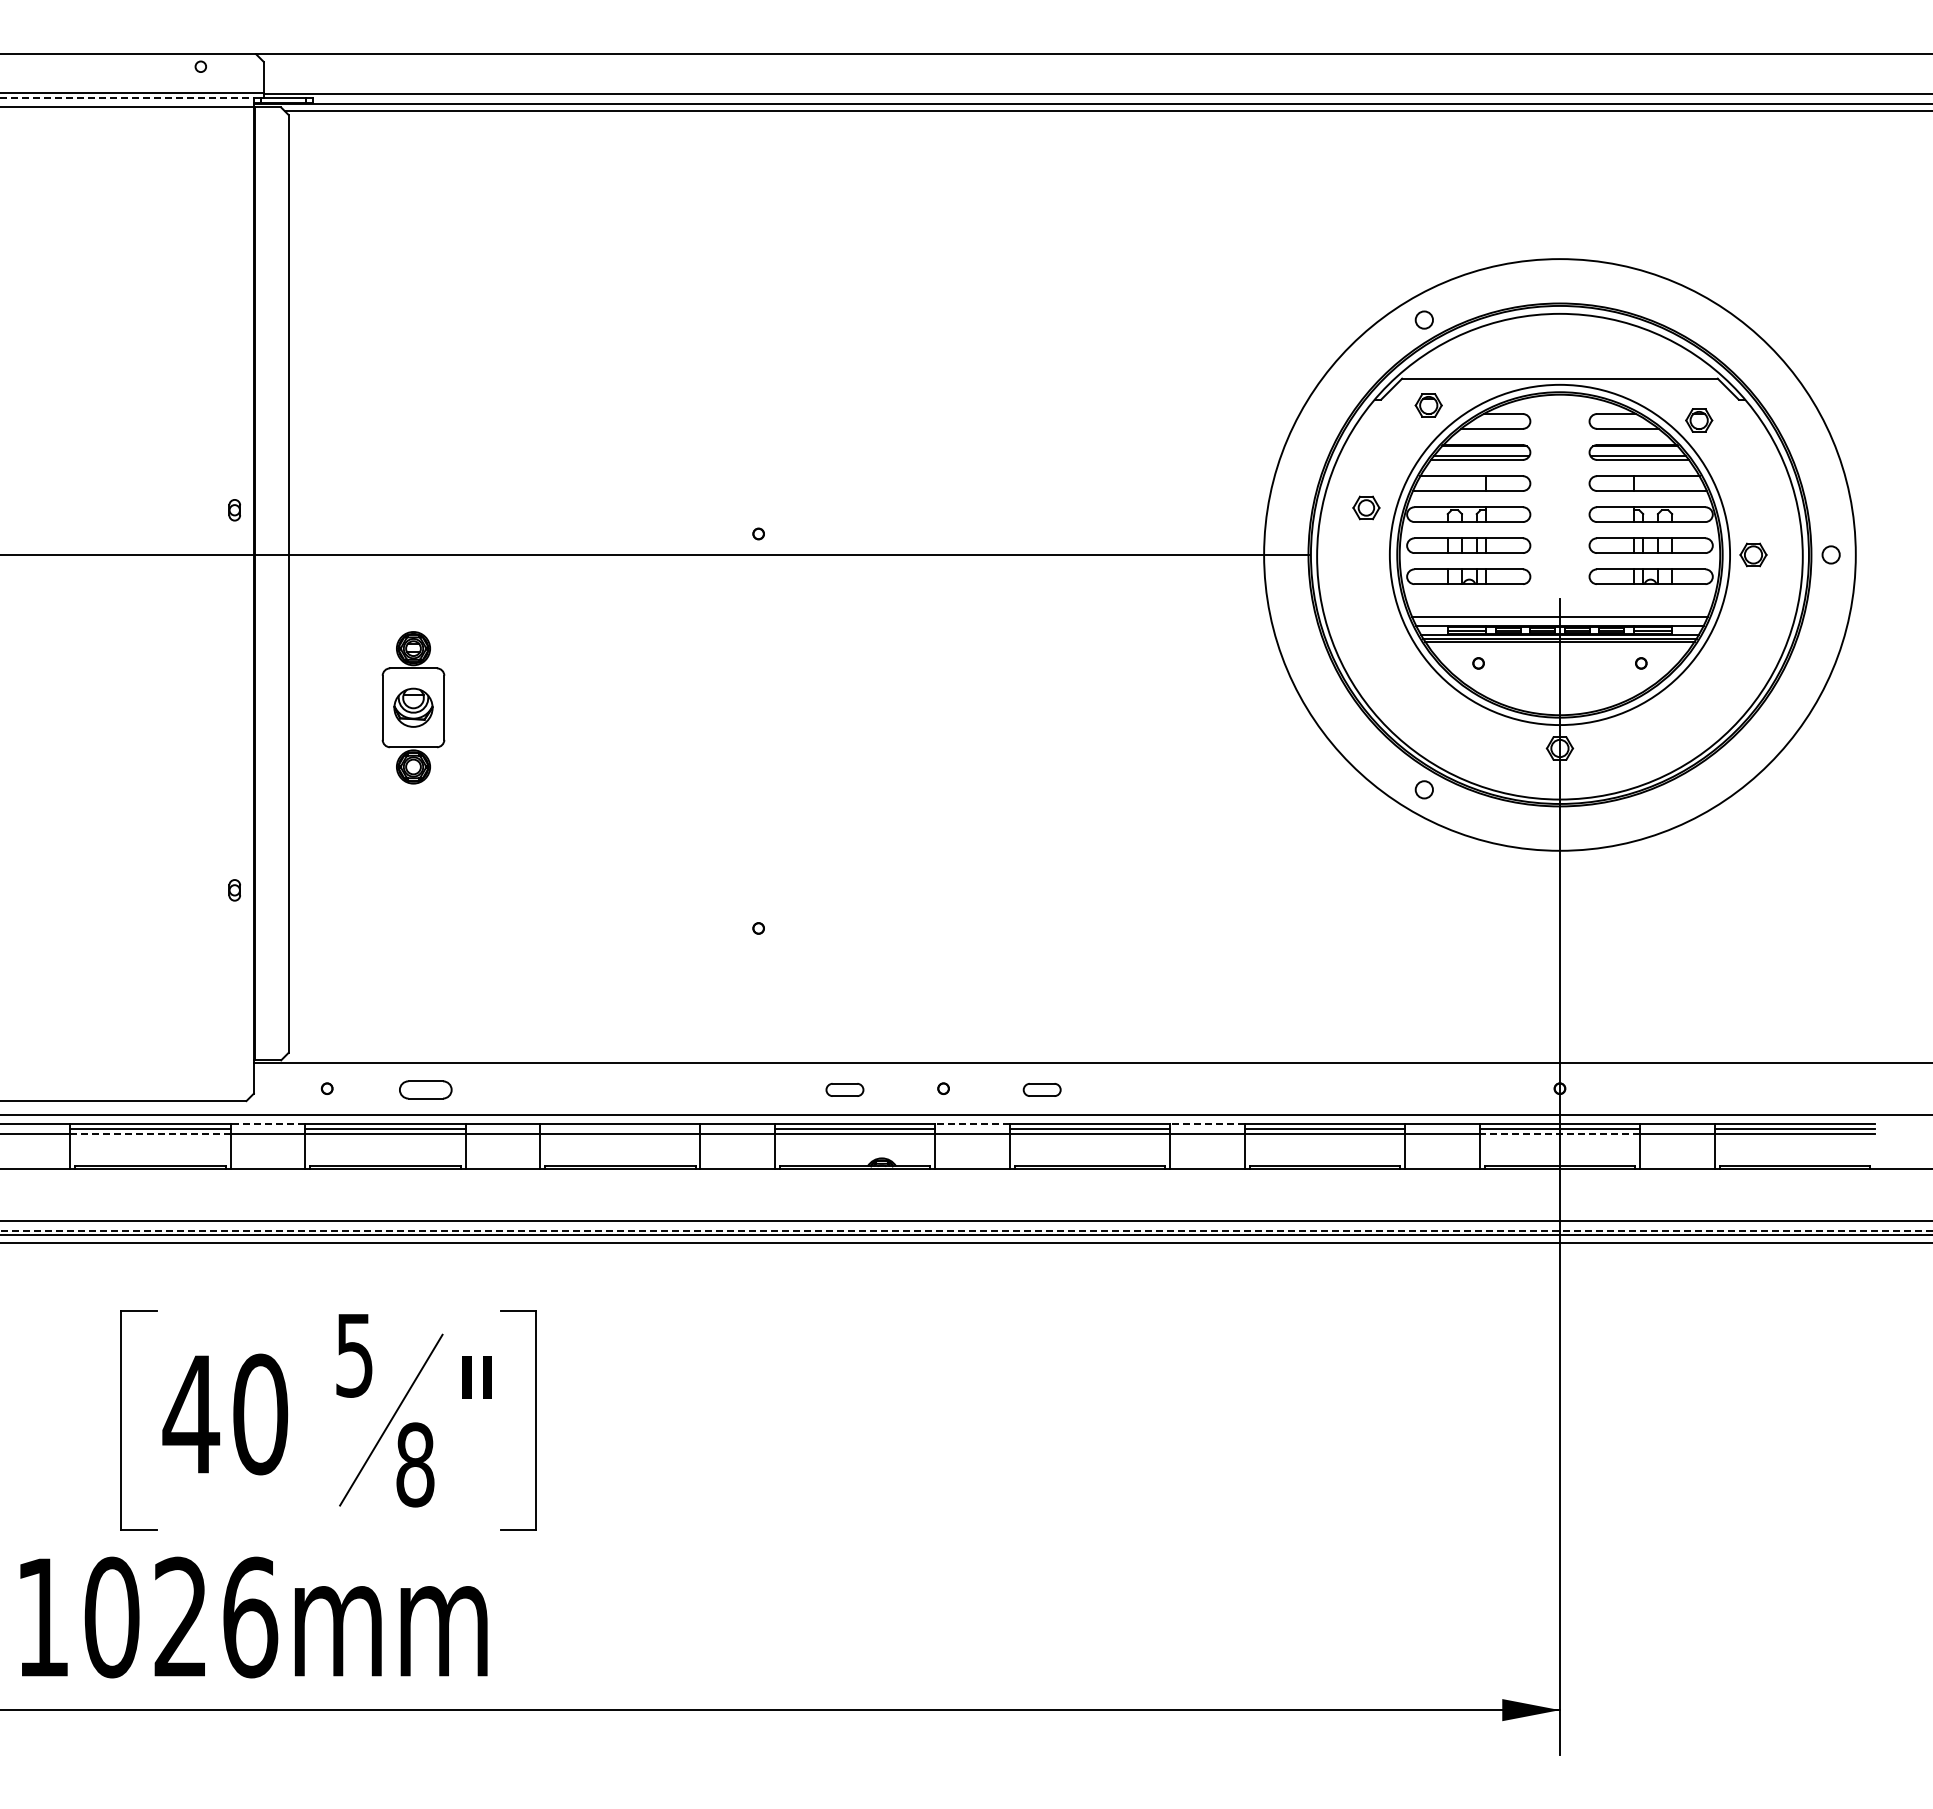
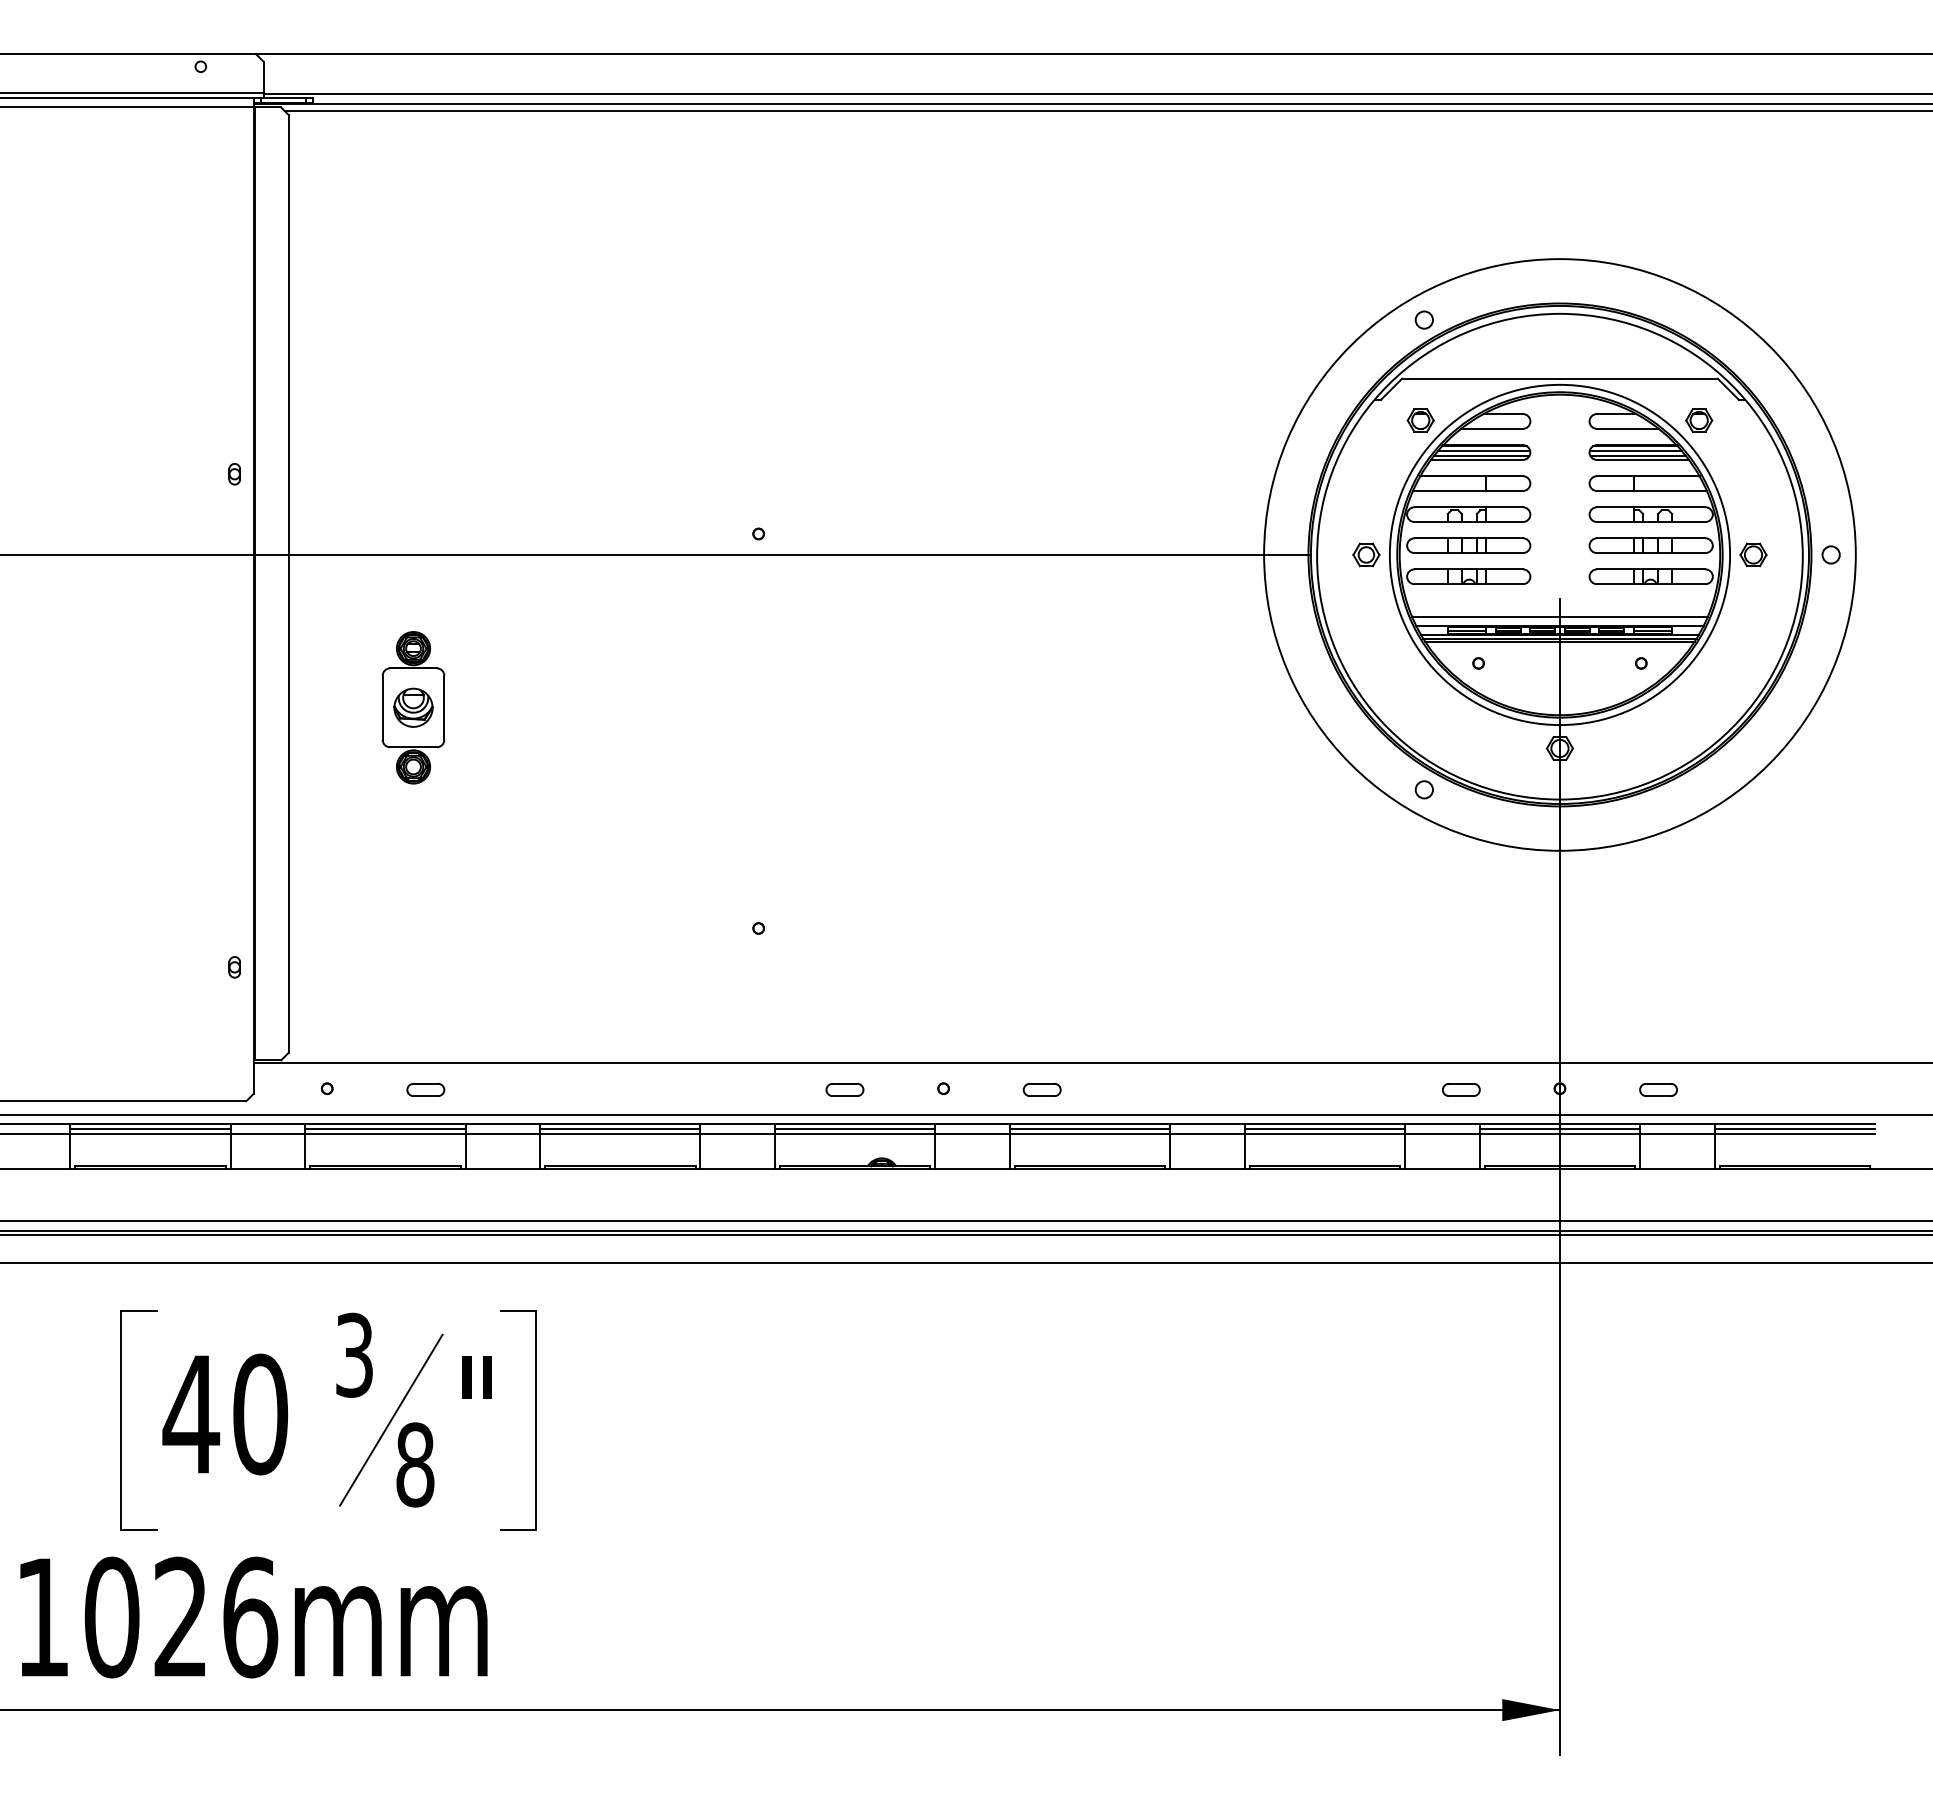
line at (127, 97): dashed -> solid
part at (1428, 405) position: (1428, 405) -> (1420, 420)
line at (1483, 451): none -> present
line at (1635, 451): none -> present
part at (1366, 507) position: (1366, 507) -> (1366, 554)
part at (234, 510) position: (234, 510) -> (234, 474)
part at (234, 890) position: (234, 890) -> (234, 967)
part at (425, 1089) size: 54x20 px -> 40x14 px
part at (1461, 1089): none -> present
part at (1658, 1089): none -> present
line at (267, 1124): dashed -> solid
line at (972, 1124): dashed -> solid
line at (1207, 1124): dashed -> solid
line at (620, 1129): none -> present
line at (150, 1134): dashed -> solid
line at (1559, 1134): dashed -> solid
line at (966, 1230): dashed -> solid
line at (965, 1242) position: (965, 1242) -> (965, 1262)
text at (354, 1354): 5 -> 3
